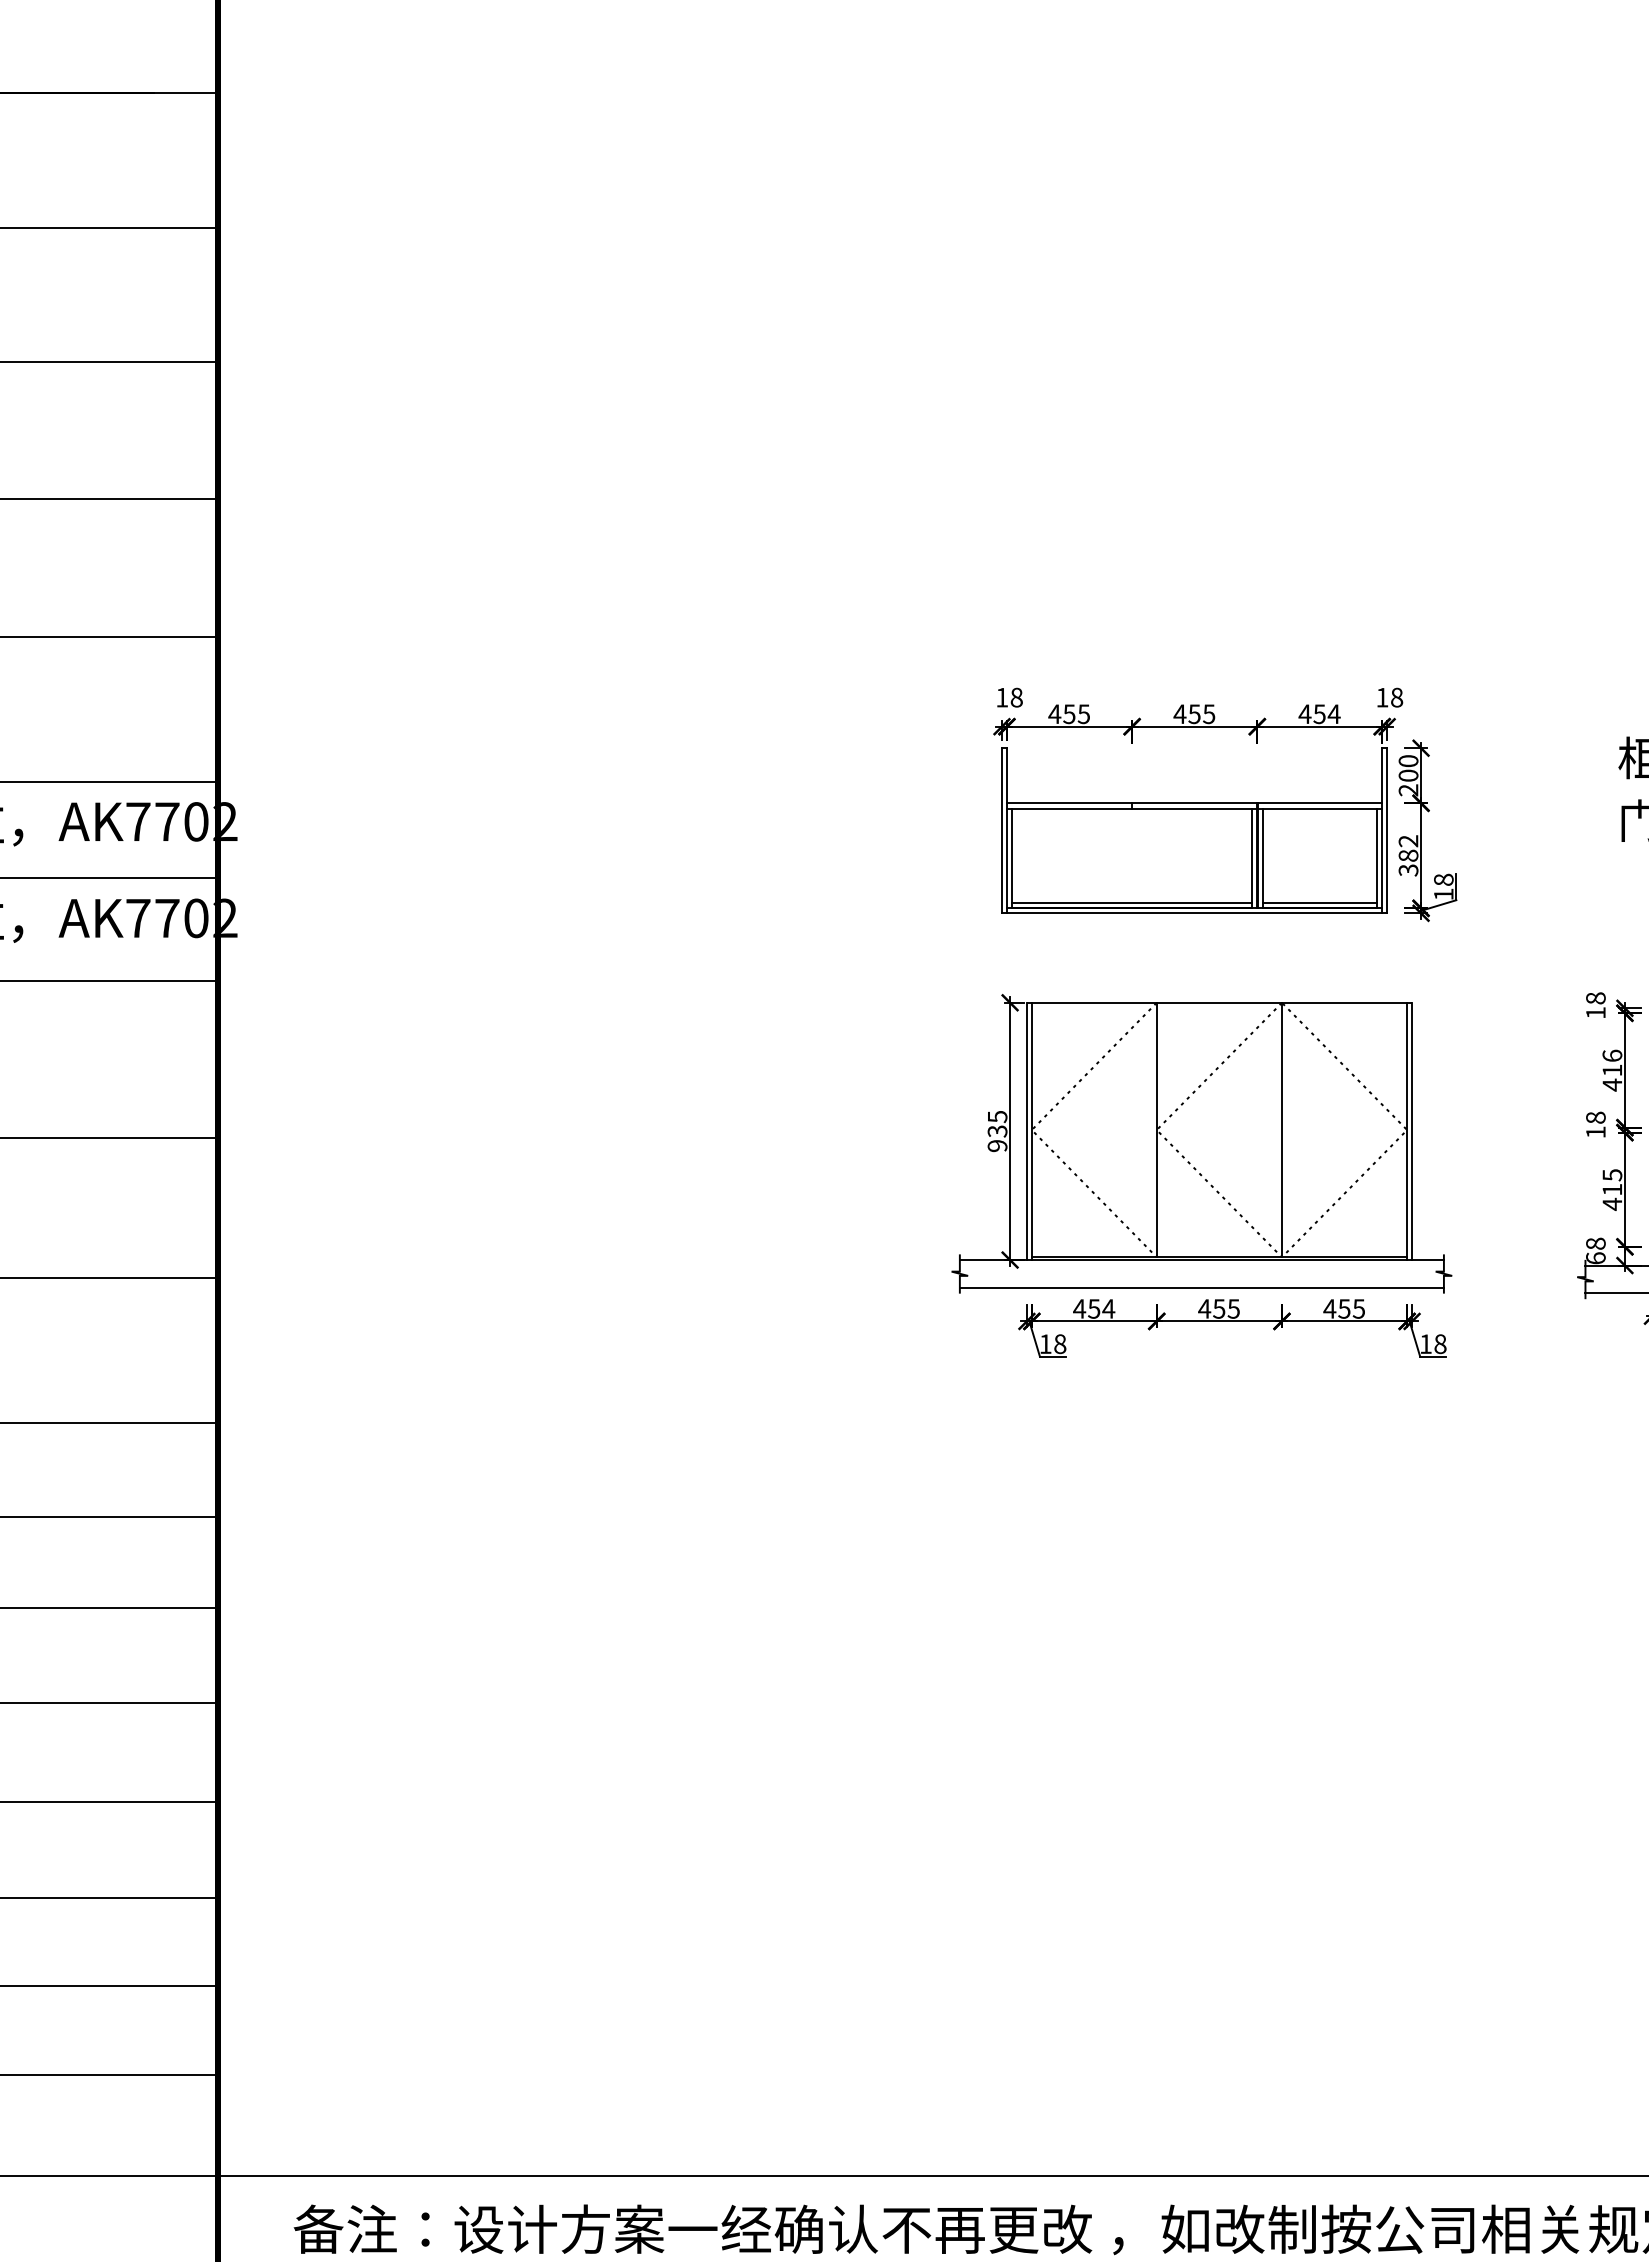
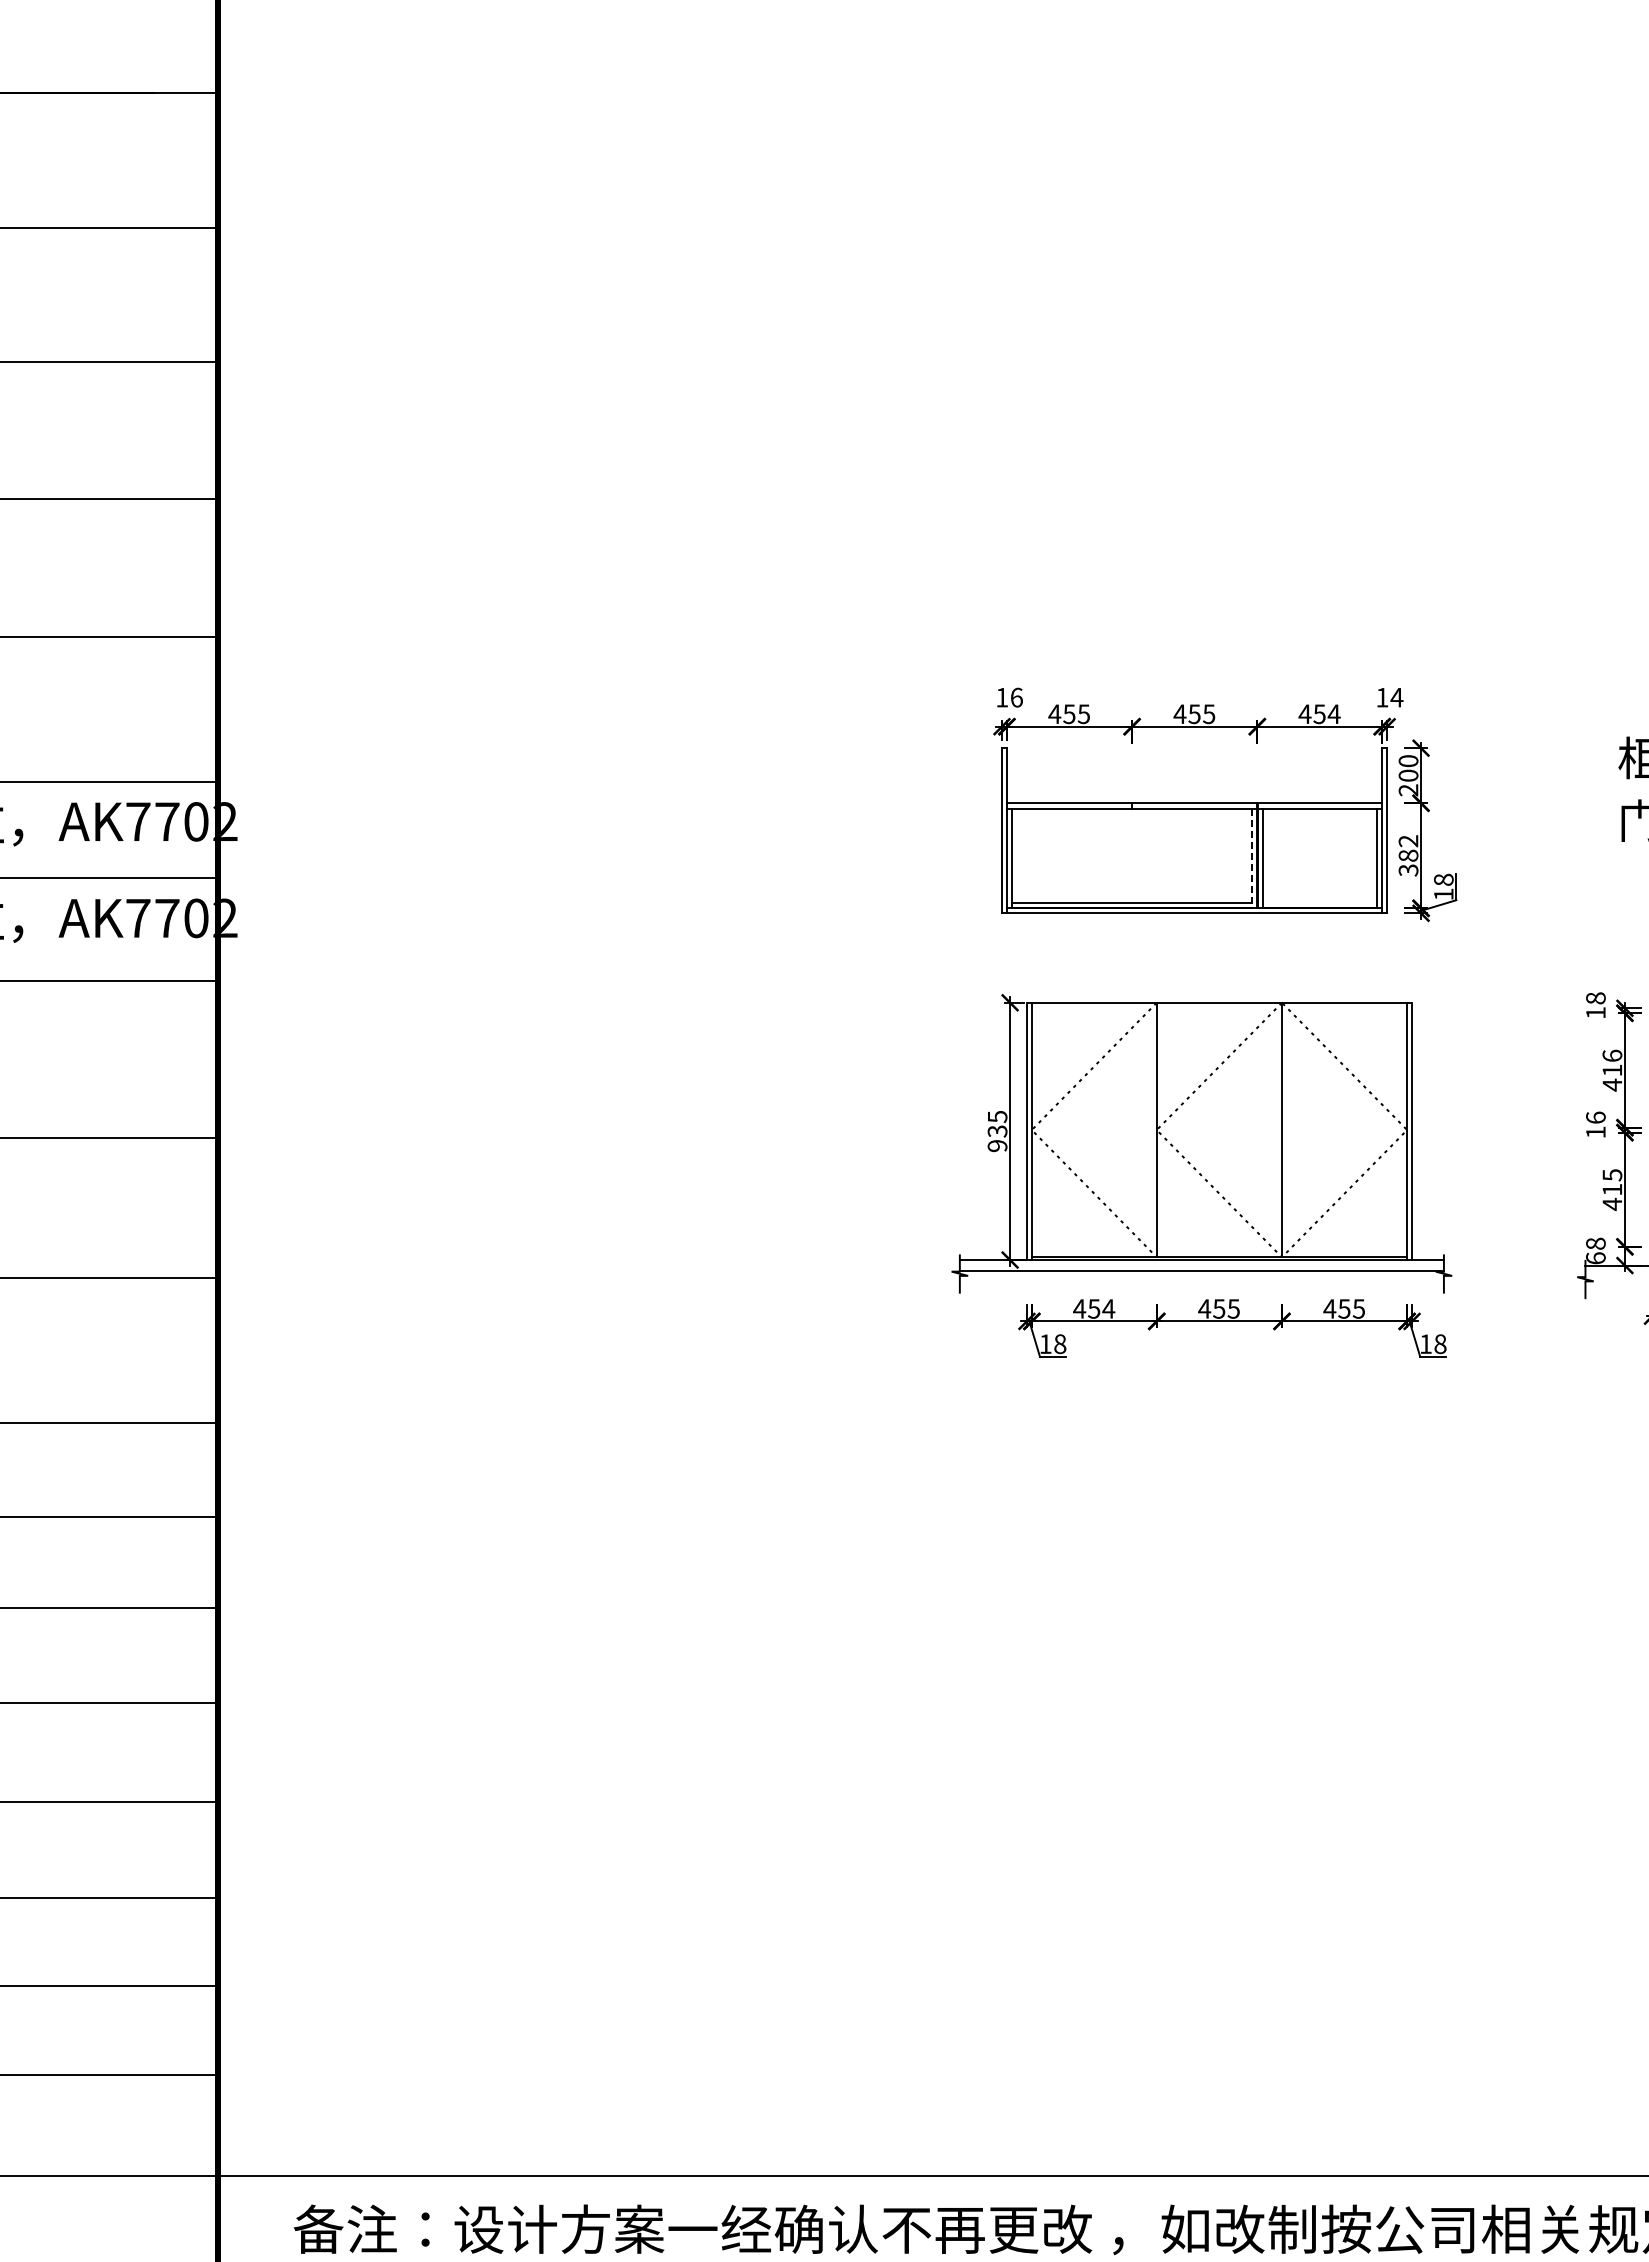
text at (1016, 697): 18 -> 16
text at (1396, 697): 18 -> 14
line at (1252, 858): solid -> dashed
line at (1319, 902): present -> none
text at (1595, 1117): 18 -> 16
line at (1201, 1287) position: (1201, 1287) -> (1201, 1270)
line at (1615, 1293): present -> none
